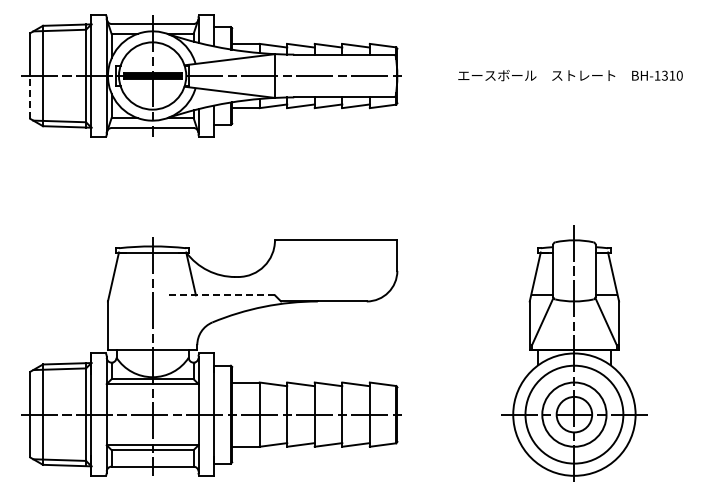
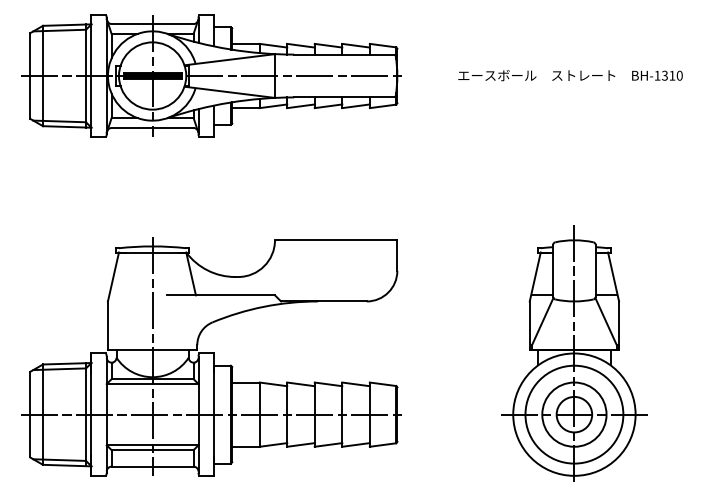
line at (30, 96): dashed -> solid
line at (220, 295): dashed -> solid
